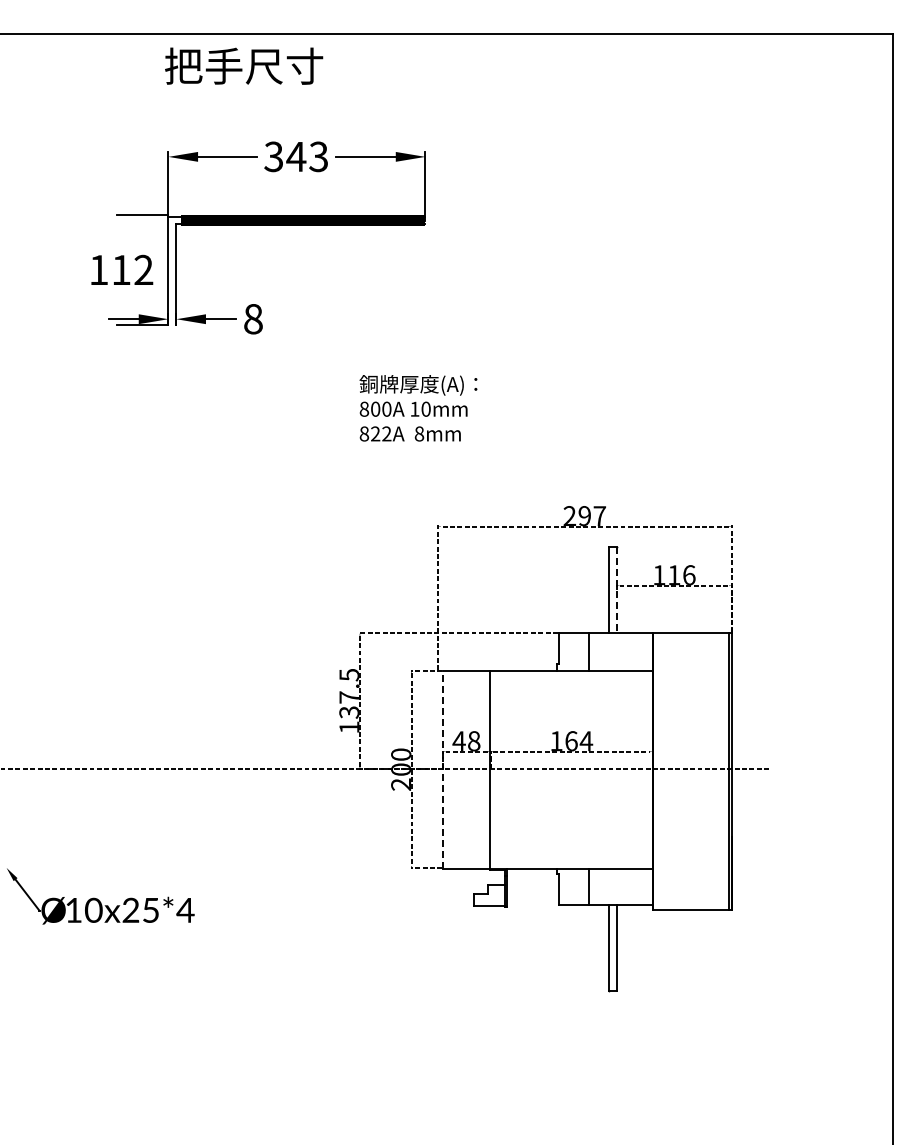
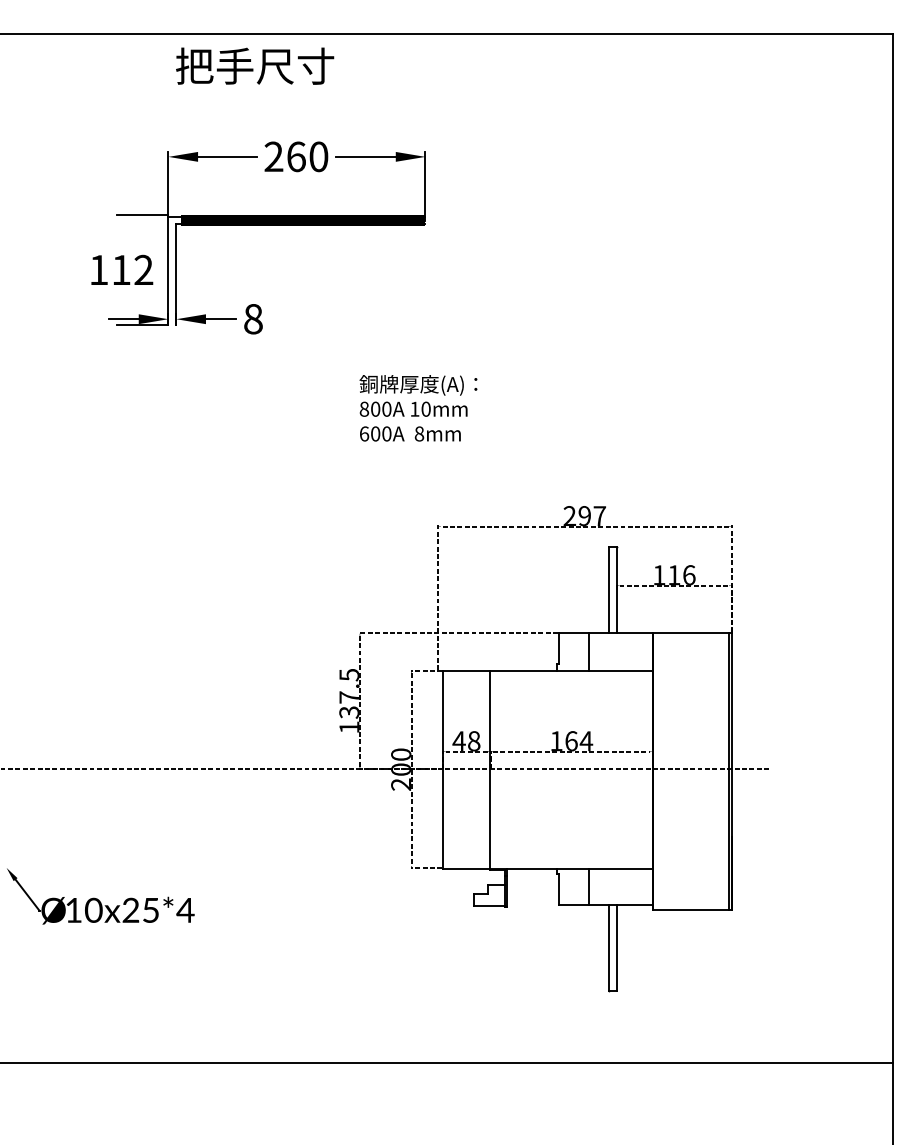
text at (244, 65) position: (244, 65) -> (255, 65)
text at (296, 156): 343 -> 260
text at (375, 433): 822A -> 600A
line at (617, 590): dashed -> solid
line at (443, 769): dashed -> solid
line at (447, 1062): none -> present
